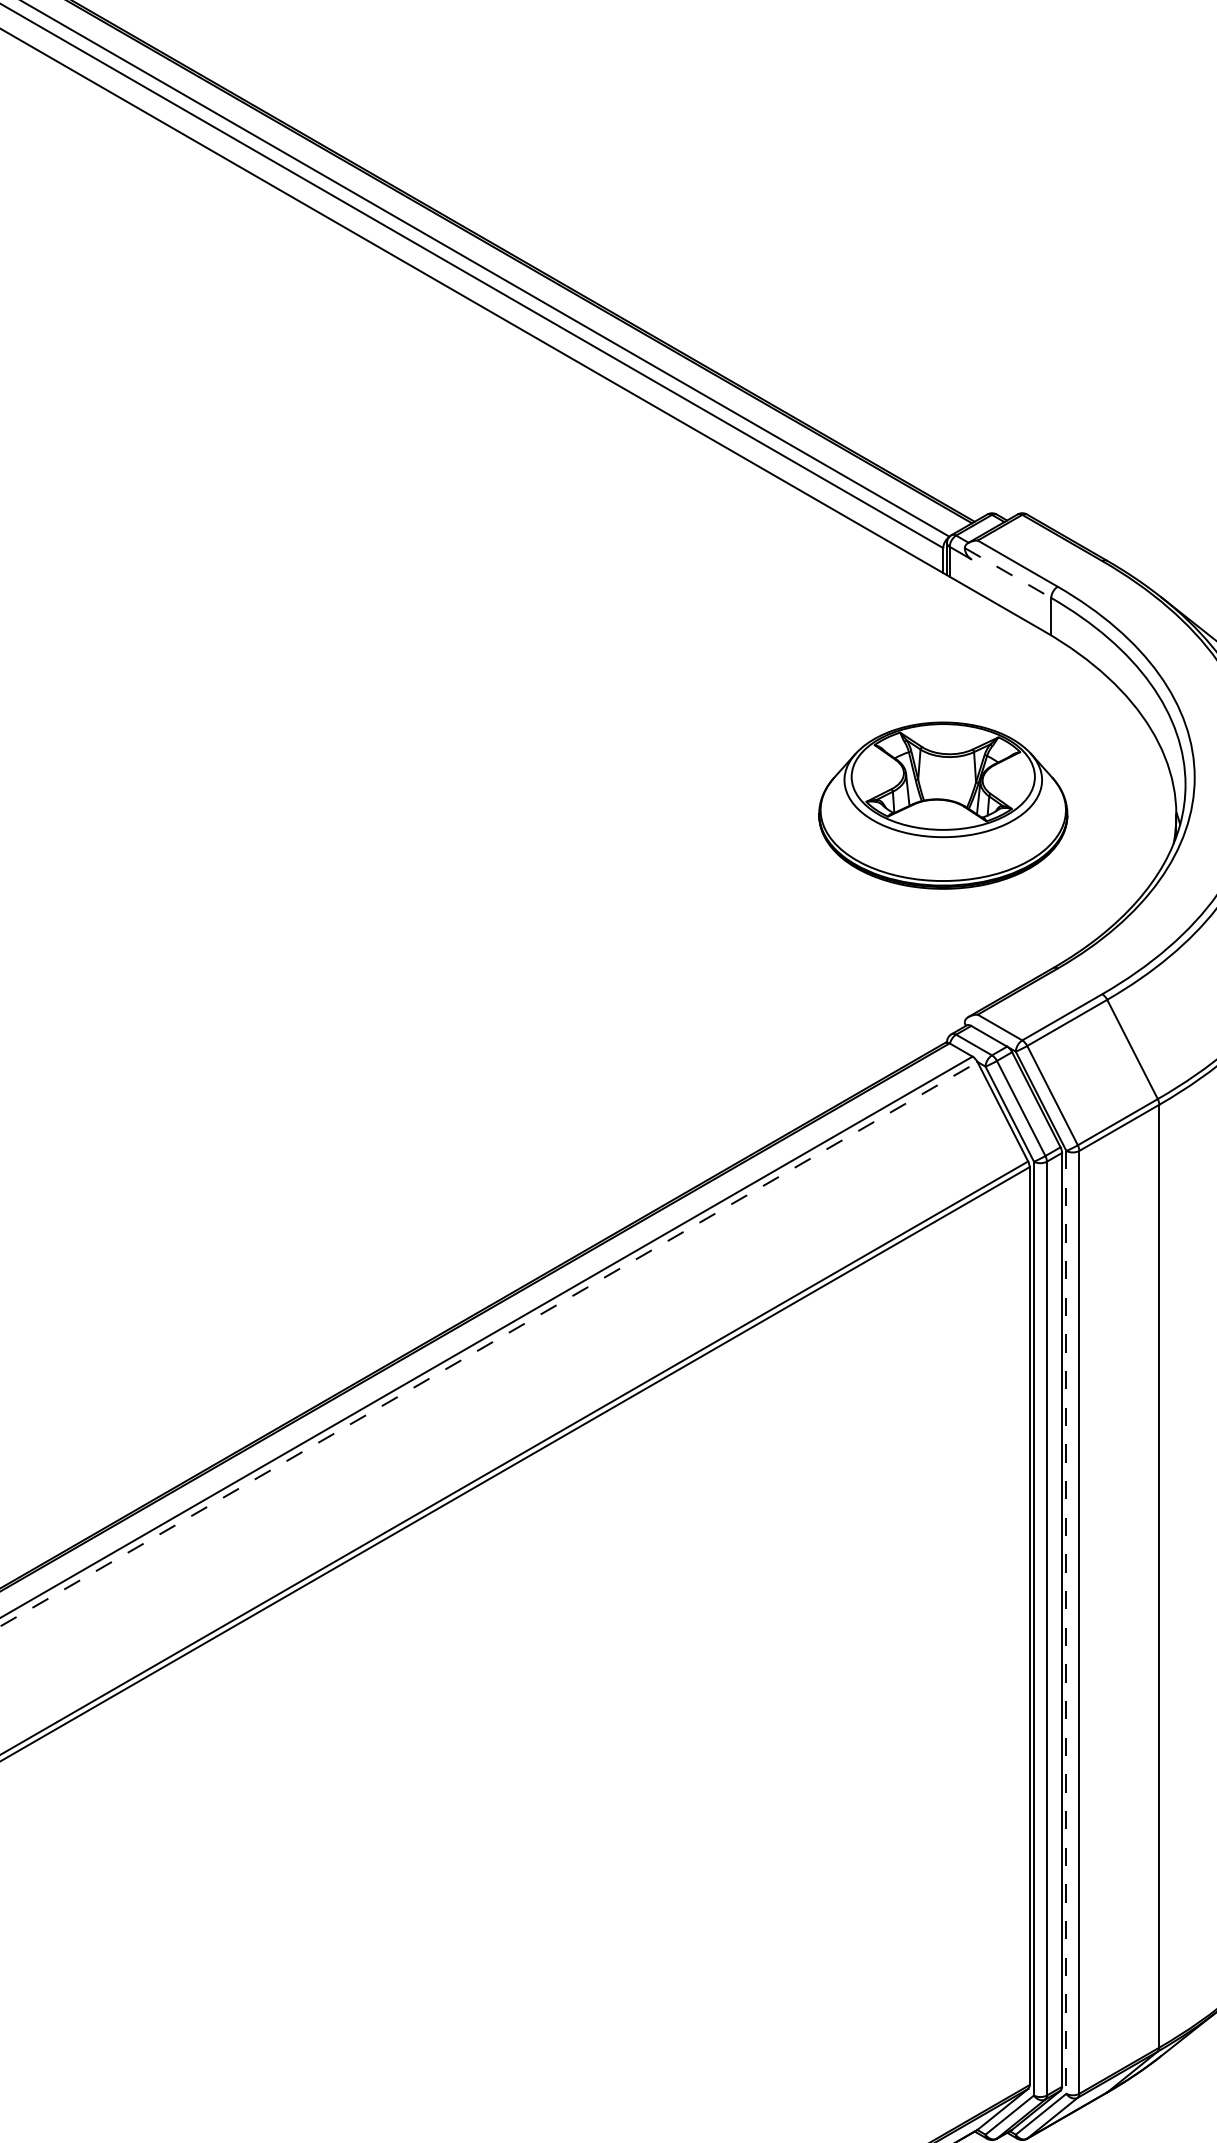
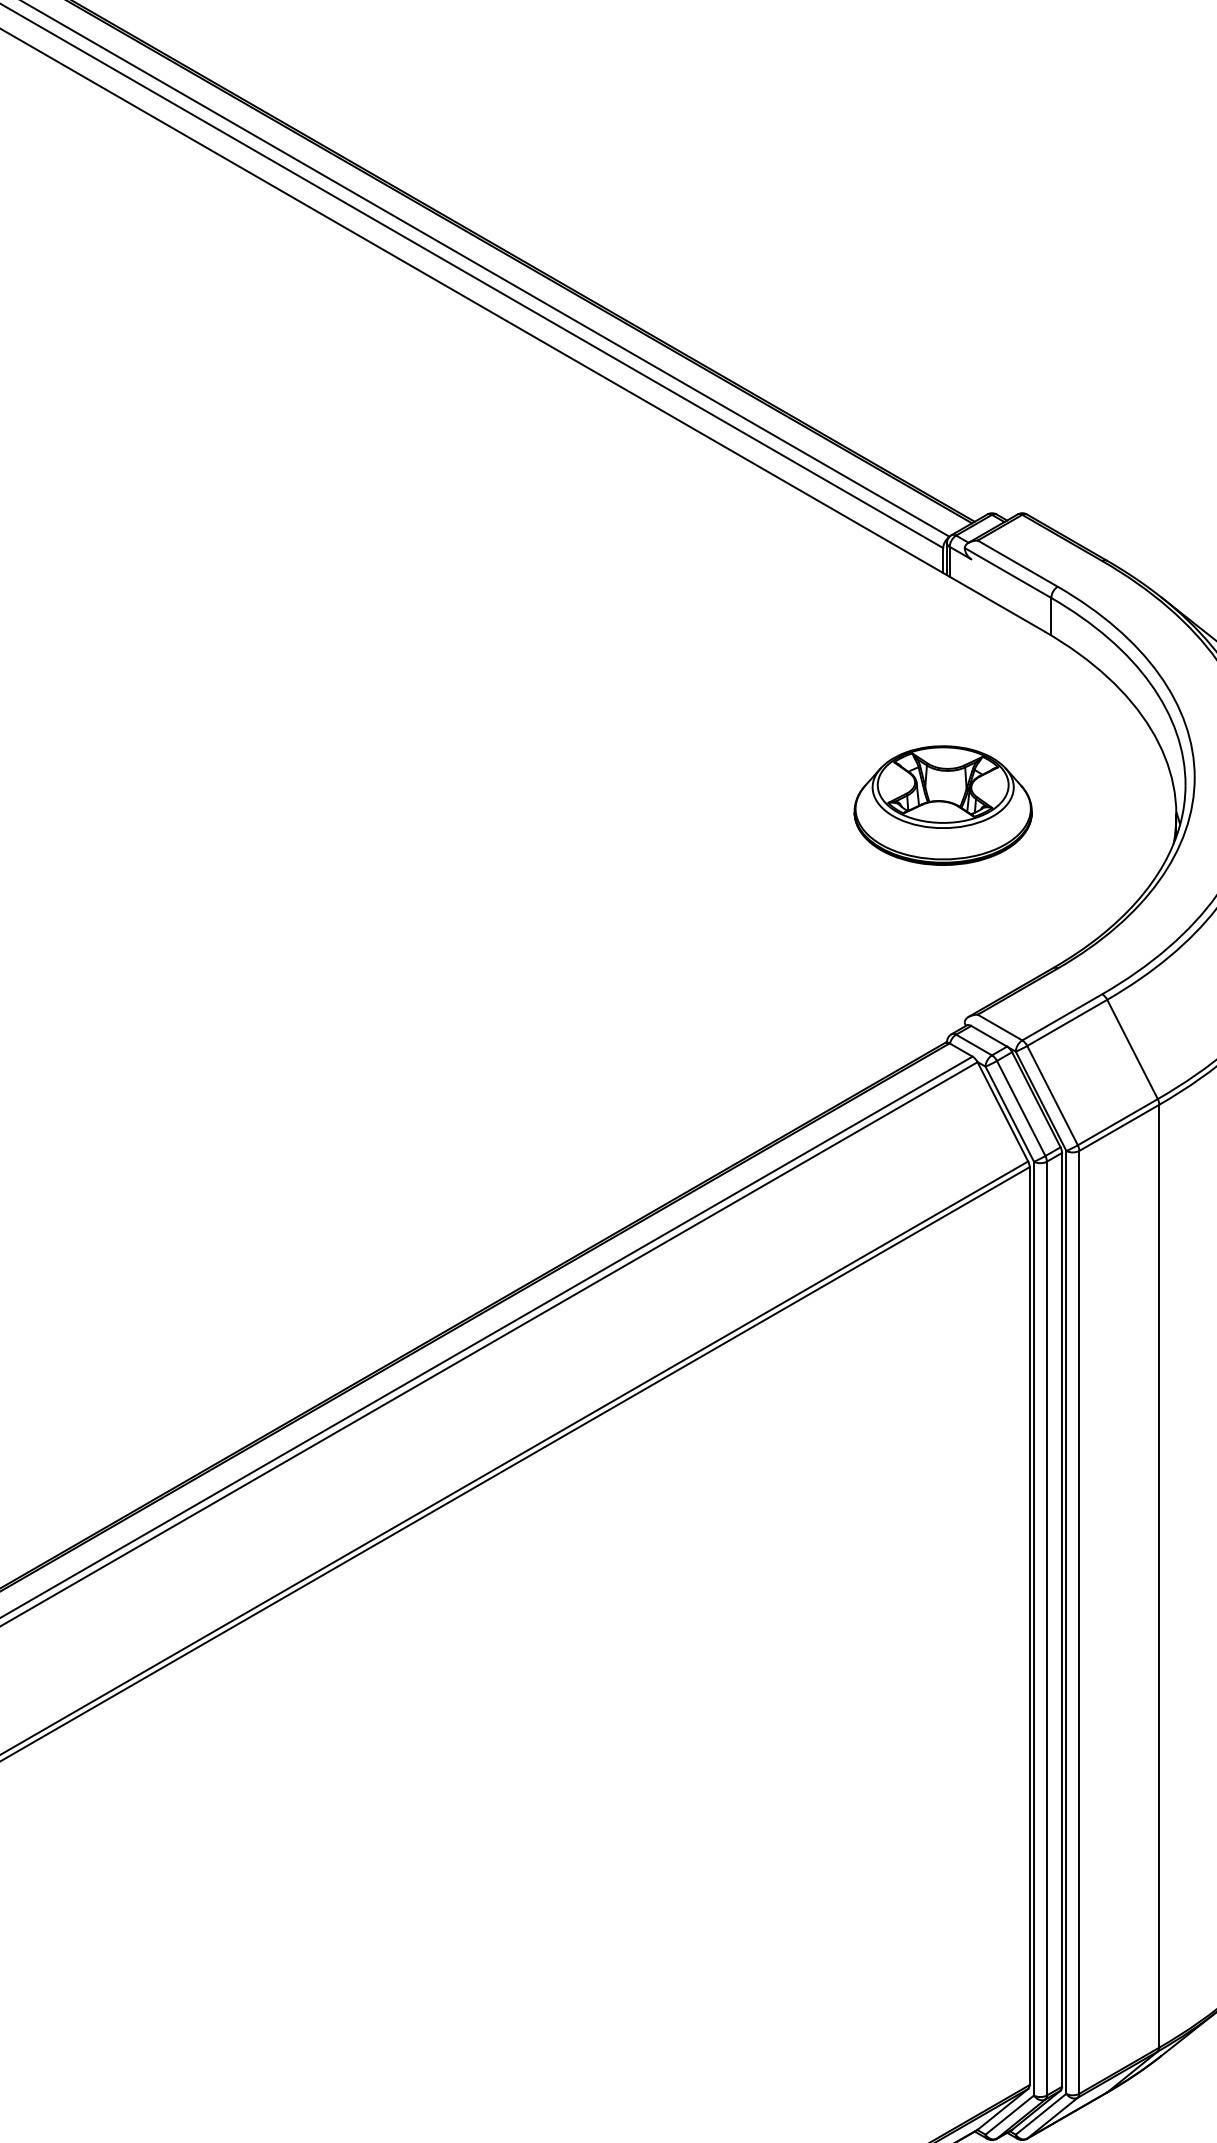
line at (1008, 573): dashed -> solid
part at (943, 805) size: 251x169 px -> 180x121 px
line at (489, 1344): dashed -> solid
line at (1066, 1622): dashed -> solid
